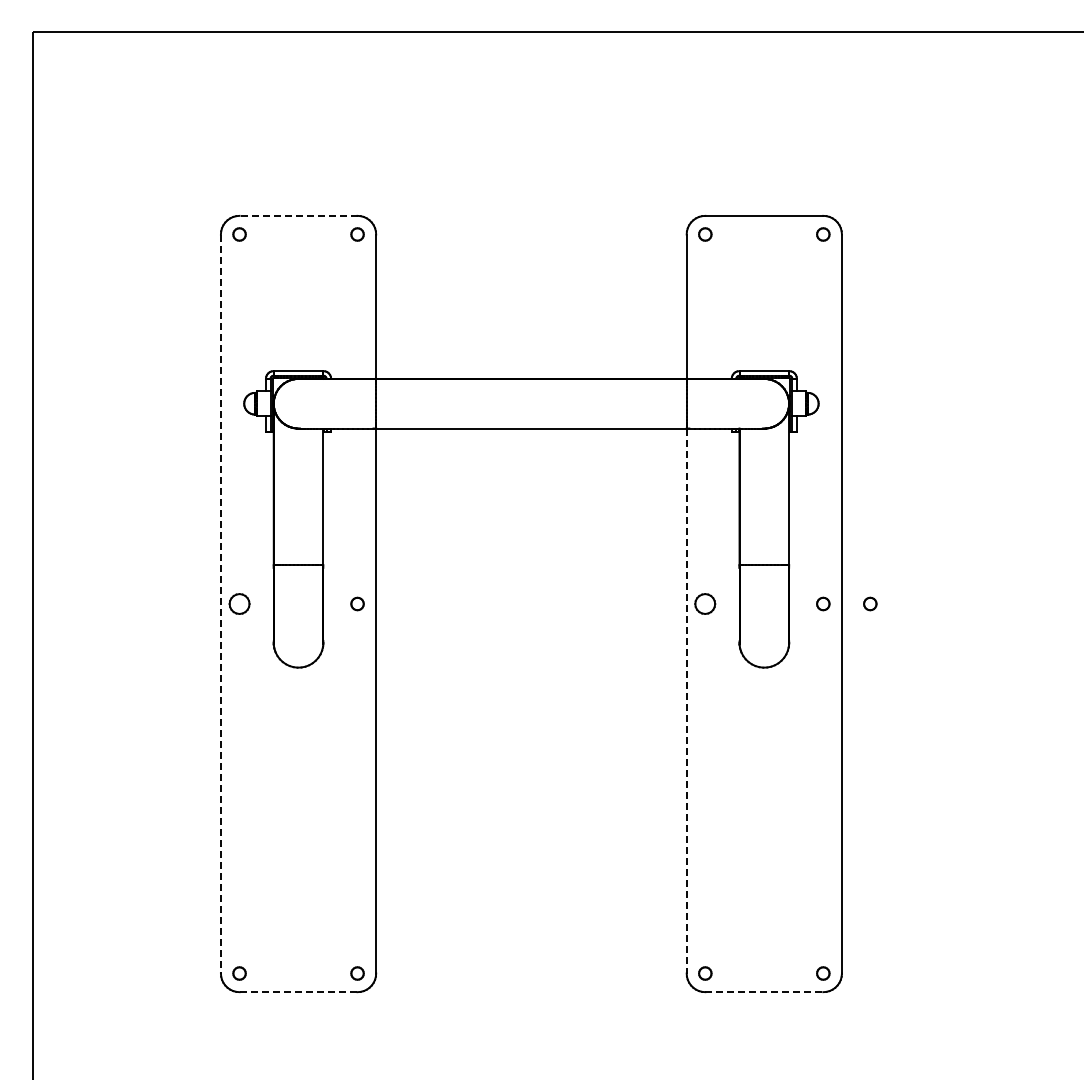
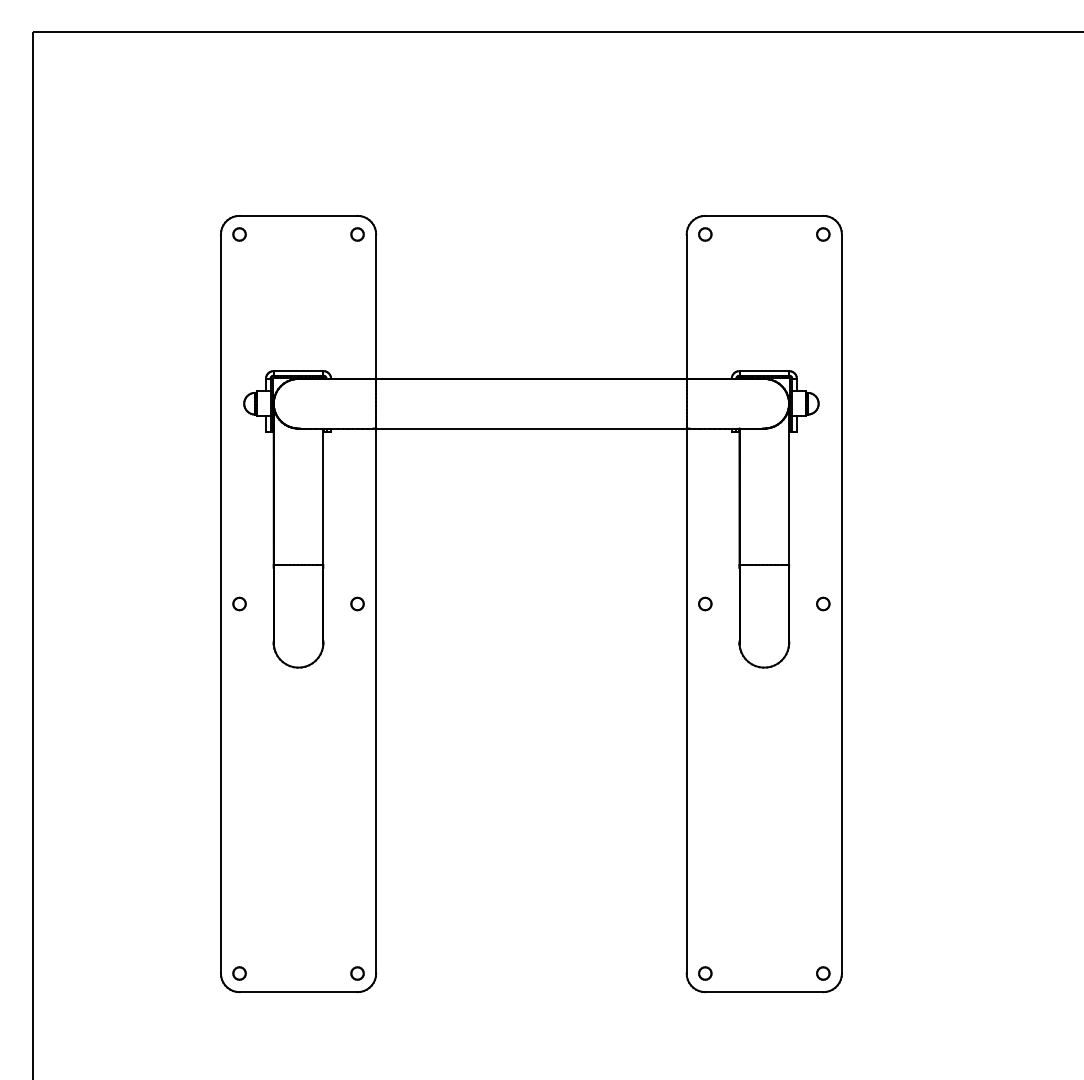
line at (298, 215): dashed -> solid
part at (239, 603) size: 23x22 px -> 15x16 px
part at (705, 603) size: 23x22 px -> 15x16 px
part at (870, 603): present -> none
line at (220, 604): dashed -> solid
line at (686, 701): dashed -> solid
line at (298, 992): dashed -> solid
line at (764, 992): dashed -> solid
